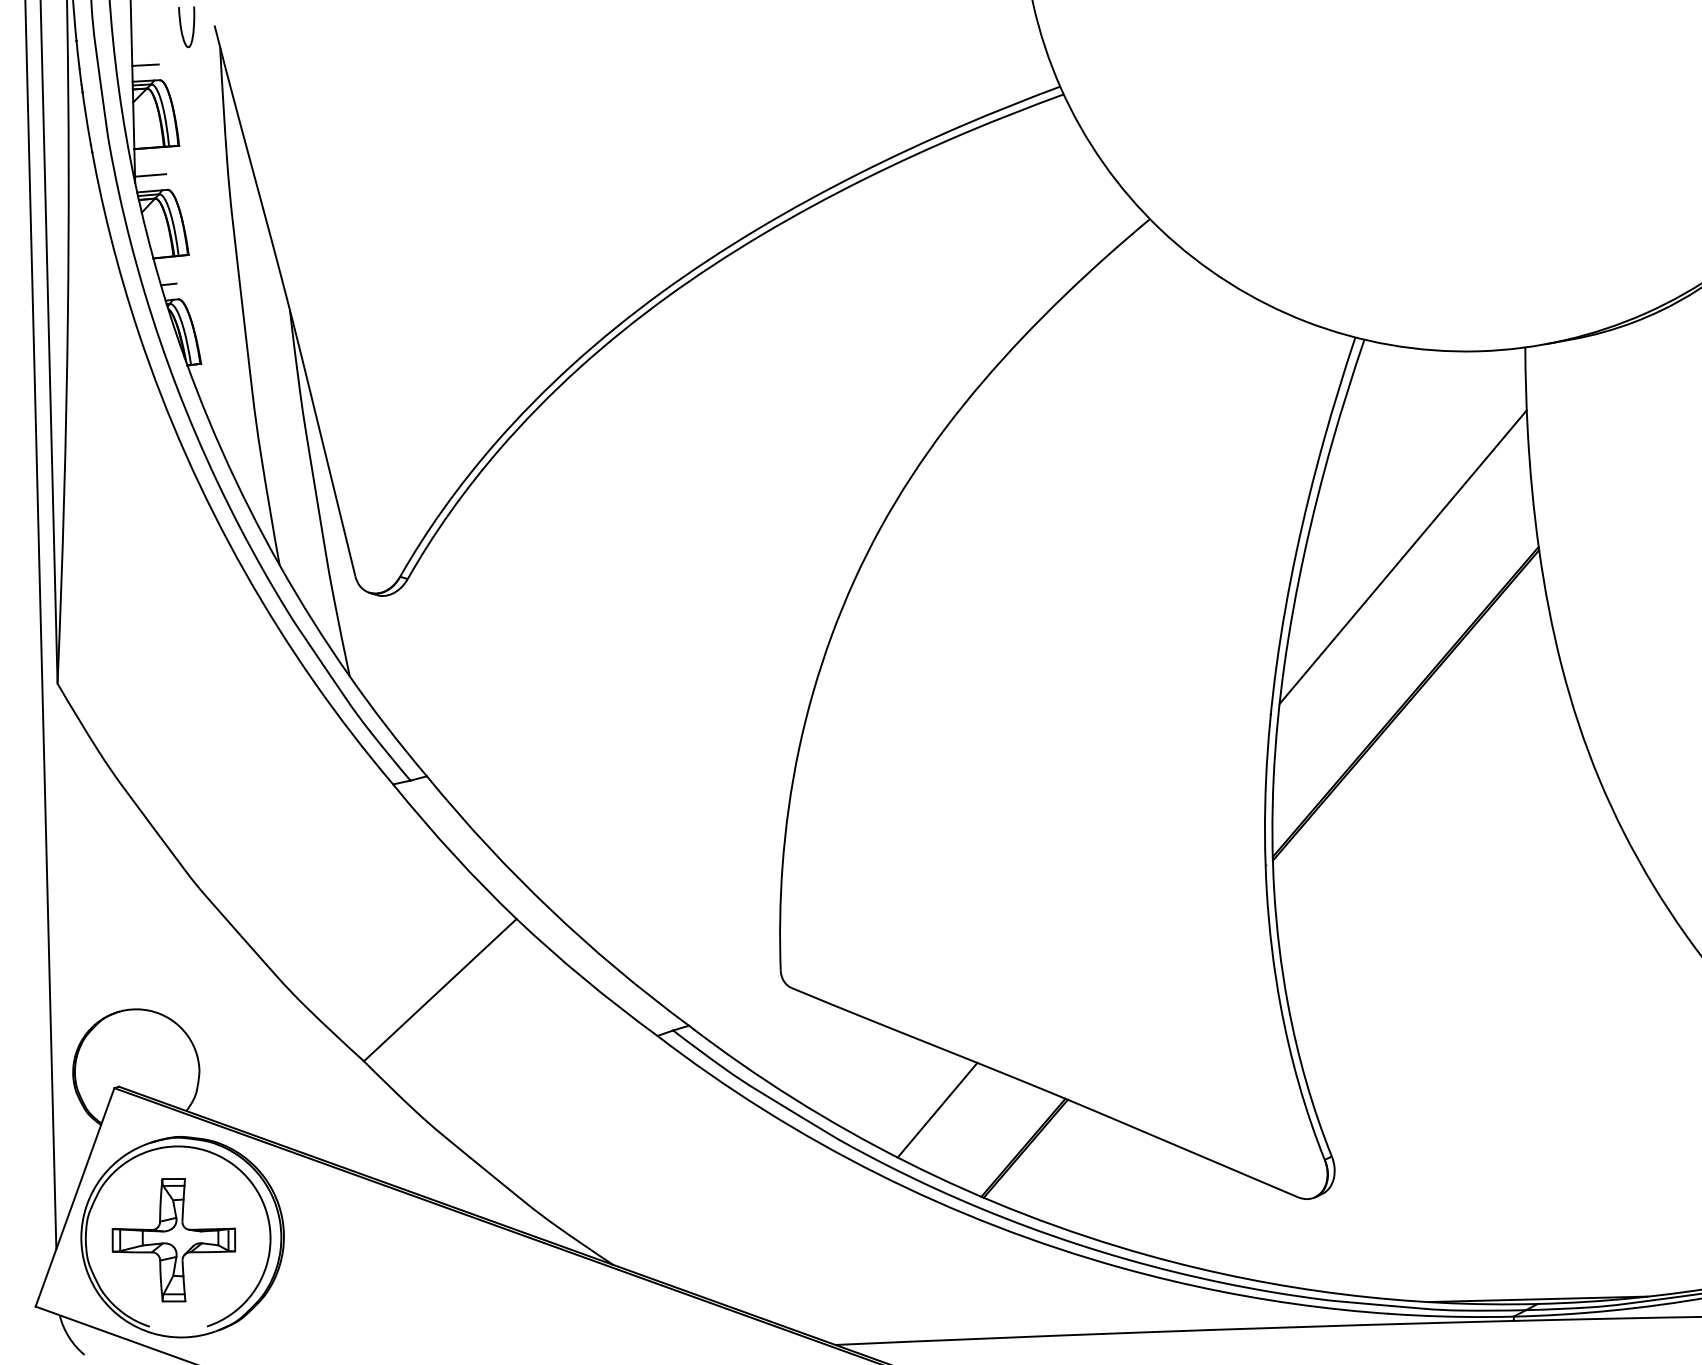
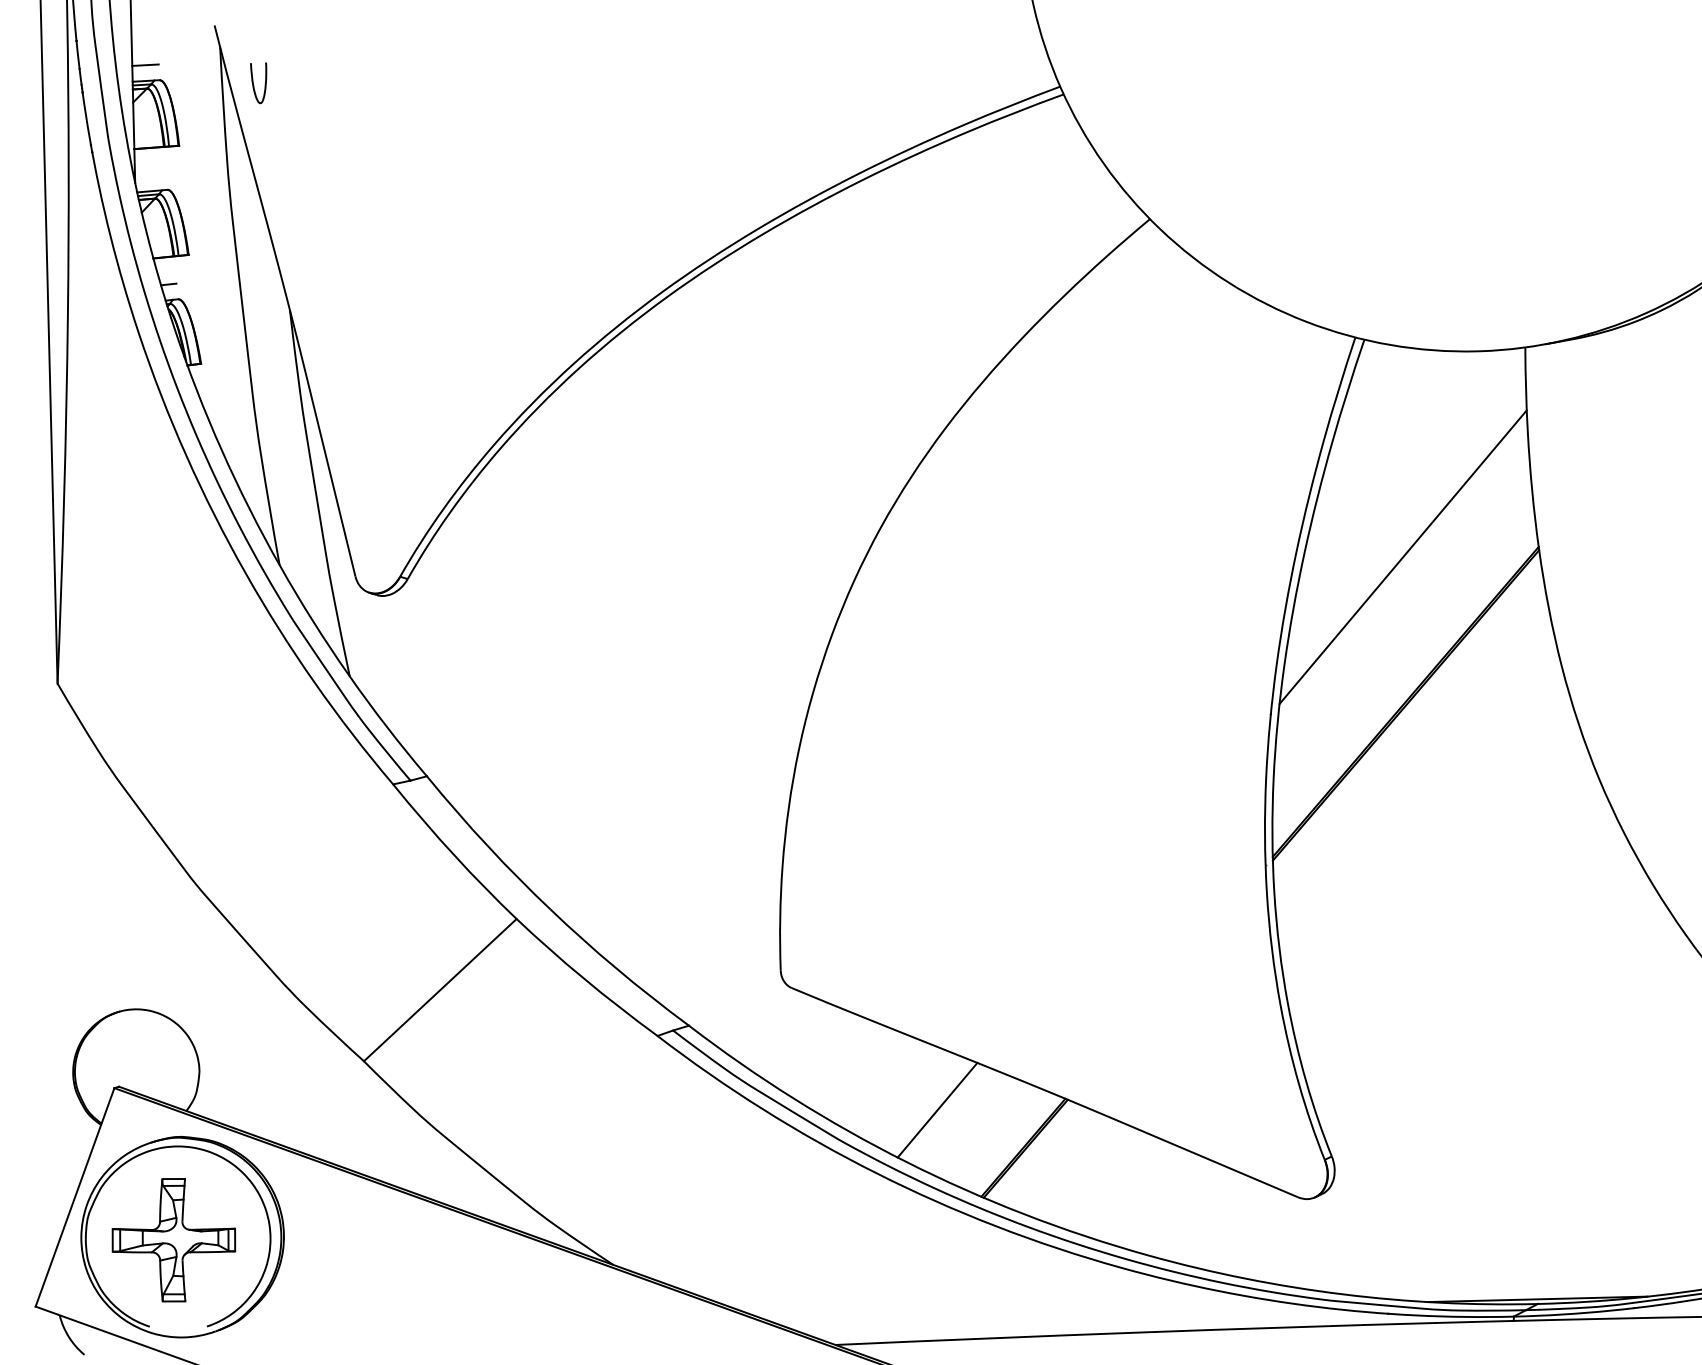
curve at (182, 29) position: (182, 29) -> (254, 85)
line at (150, 175): present -> none
line at (40, 625): present -> none
